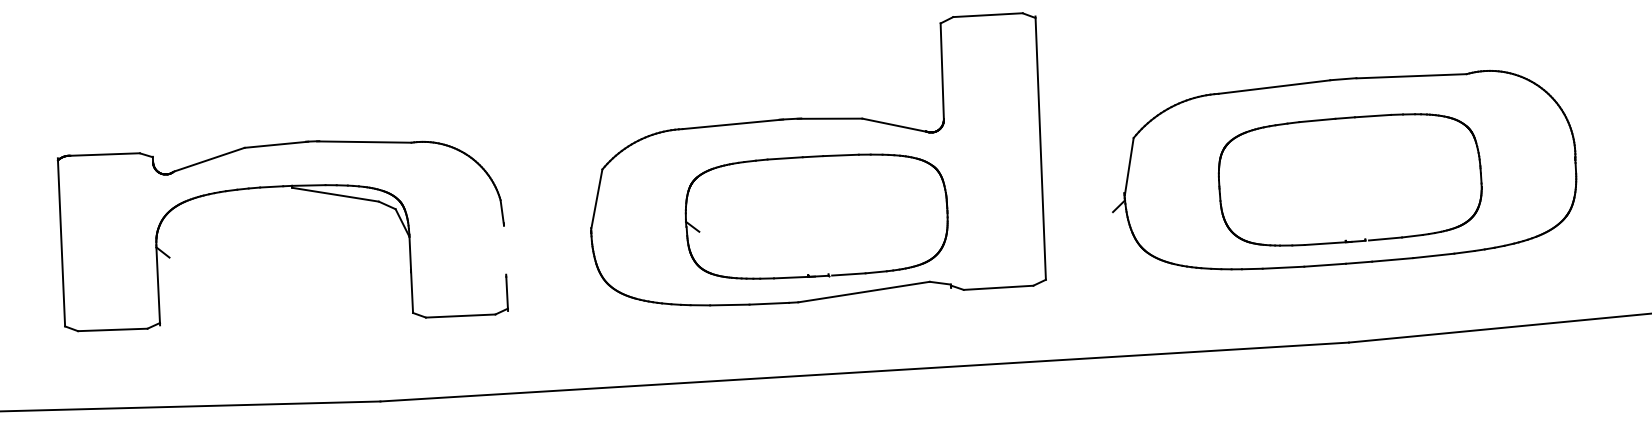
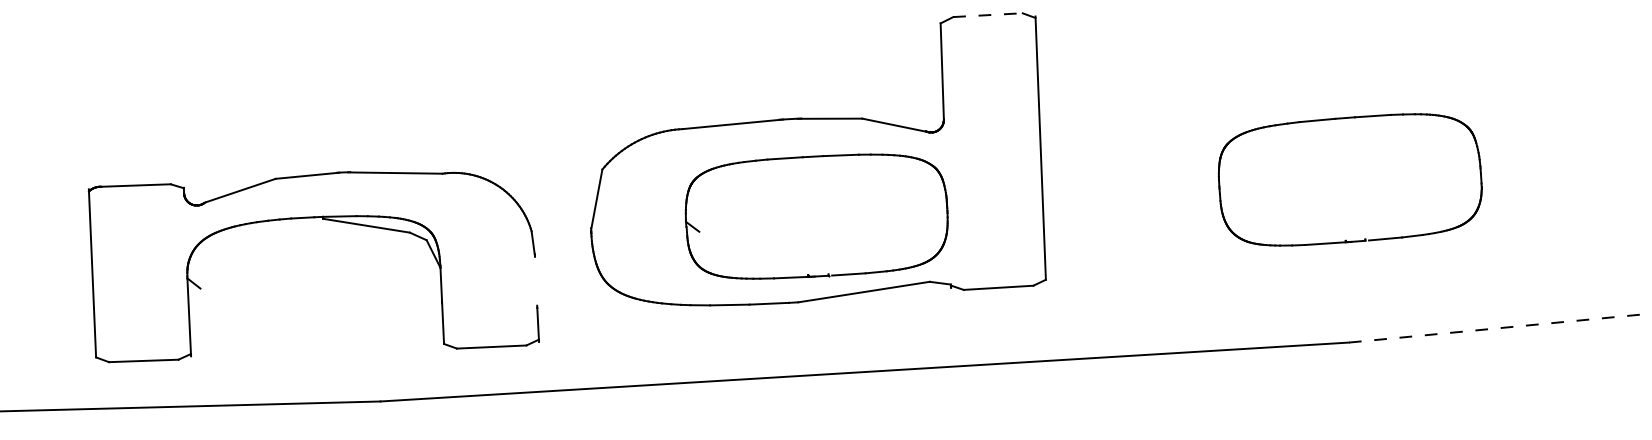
line at (988, 15): solid -> dashed
part at (1344, 169): present -> none
part at (294, 189) position: (294, 189) -> (325, 220)
line at (1500, 328): solid -> dashed
